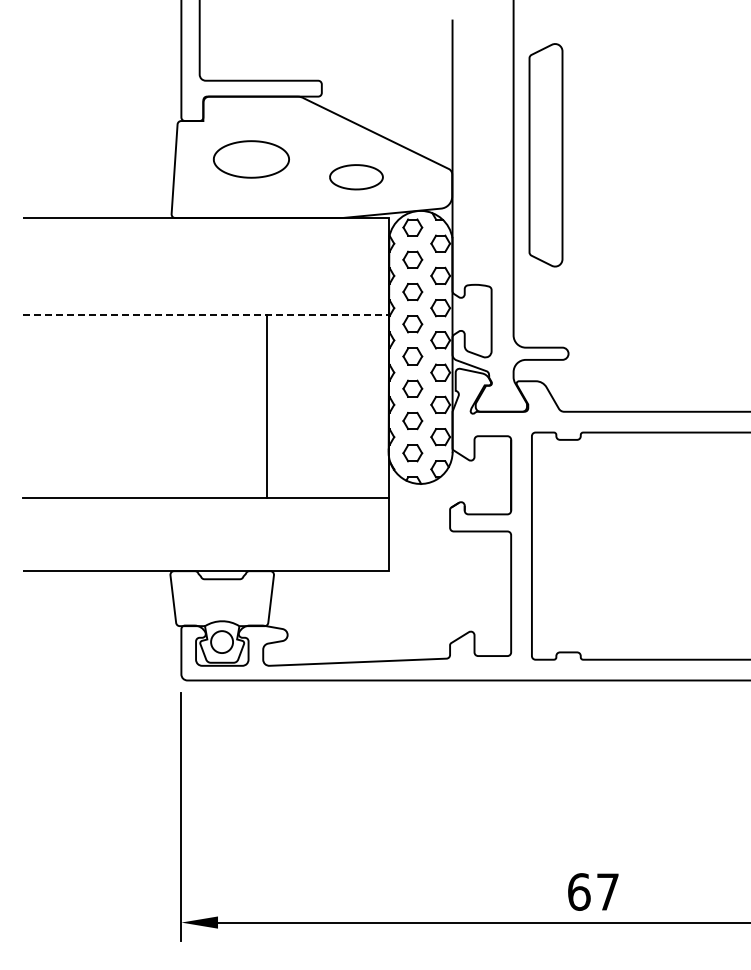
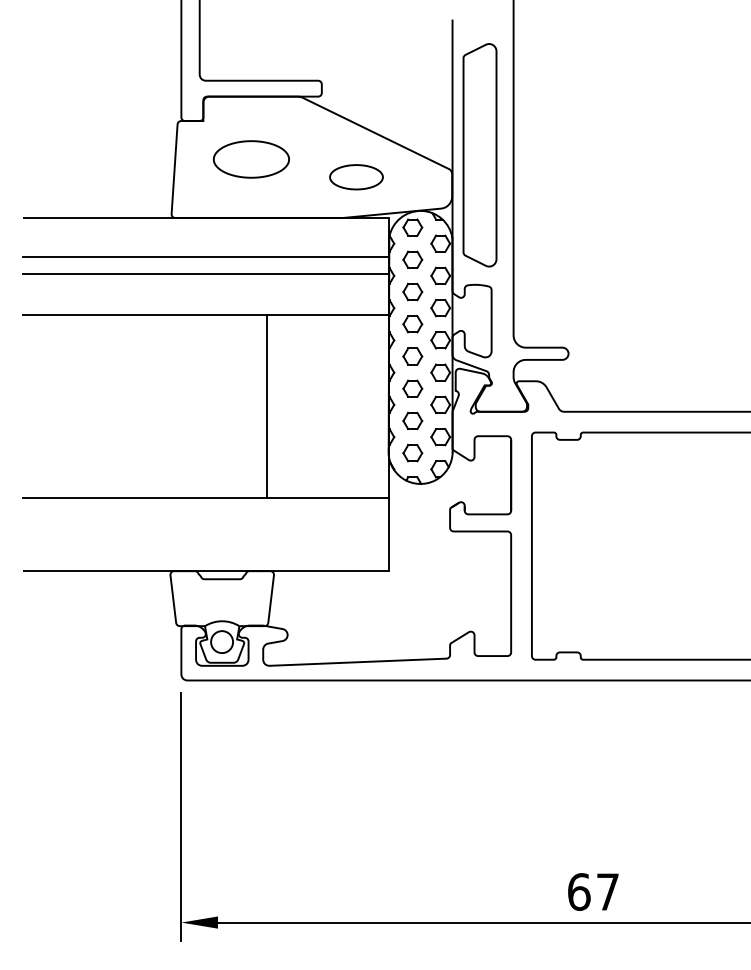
part at (545, 155) position: (545, 155) -> (479, 155)
line at (205, 257): none -> present
line at (205, 274): none -> present
line at (206, 314): dashed -> solid
